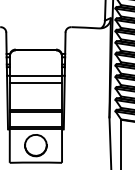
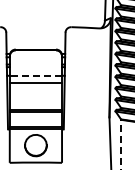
line at (35, 75): solid -> dashed
line at (121, 144): solid -> dashed
